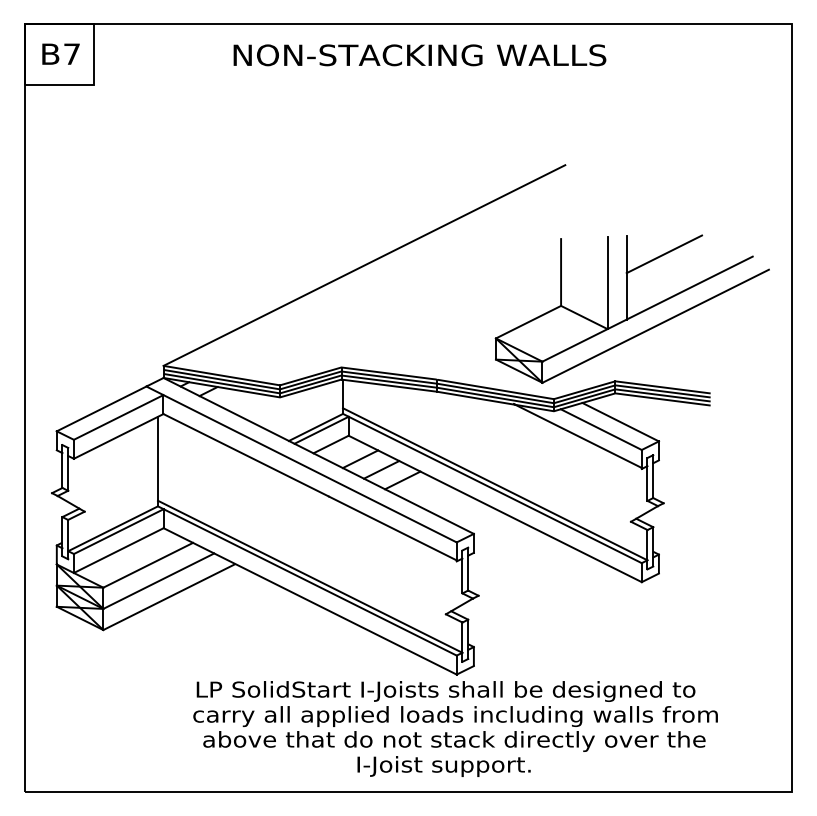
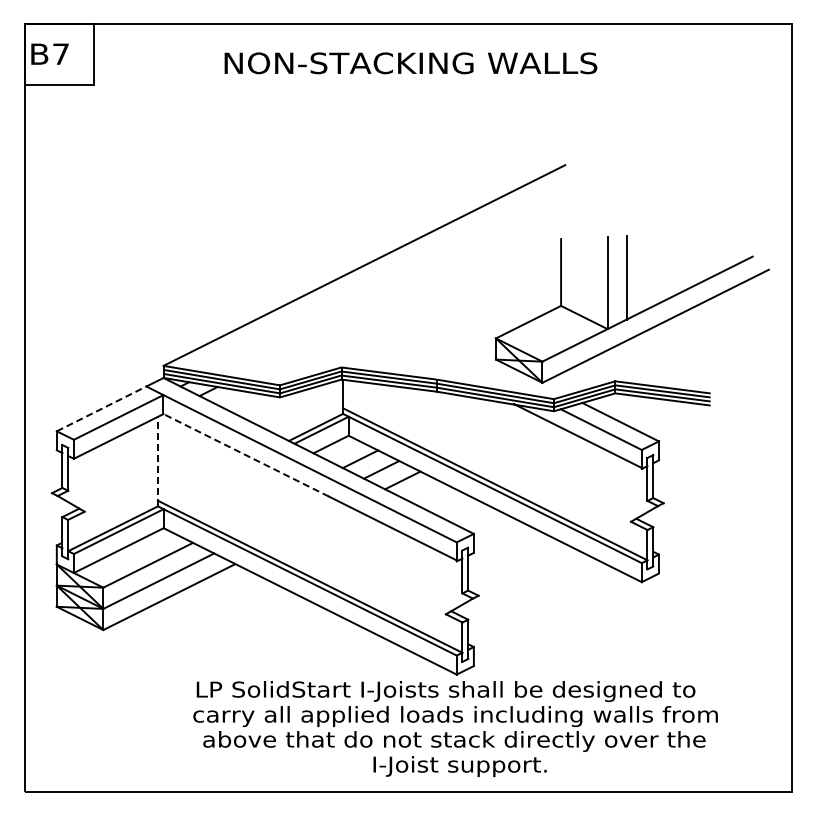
text at (60, 53) position: (60, 53) -> (49, 53)
text at (419, 55) position: (419, 55) -> (410, 63)
line at (664, 254): present -> none
line at (102, 408): solid -> dashed
line at (245, 455): solid -> dashed
line at (157, 461): solid -> dashed
text at (443, 766) position: (443, 766) -> (459, 766)
